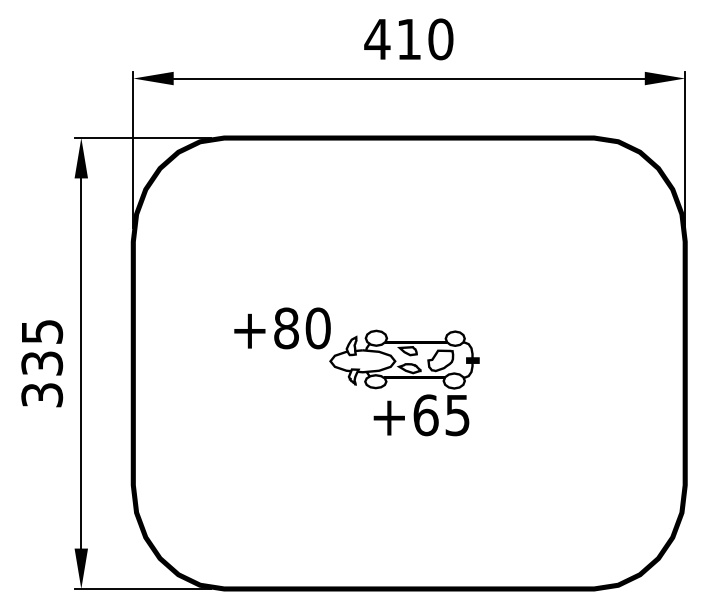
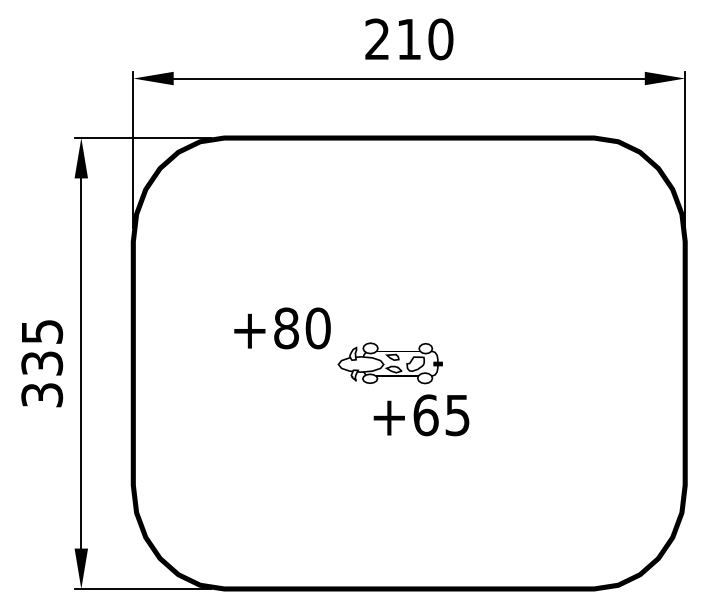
text at (377, 38): 410 -> 210
part at (356, 371) size: 246x130 px -> 169x104 px
